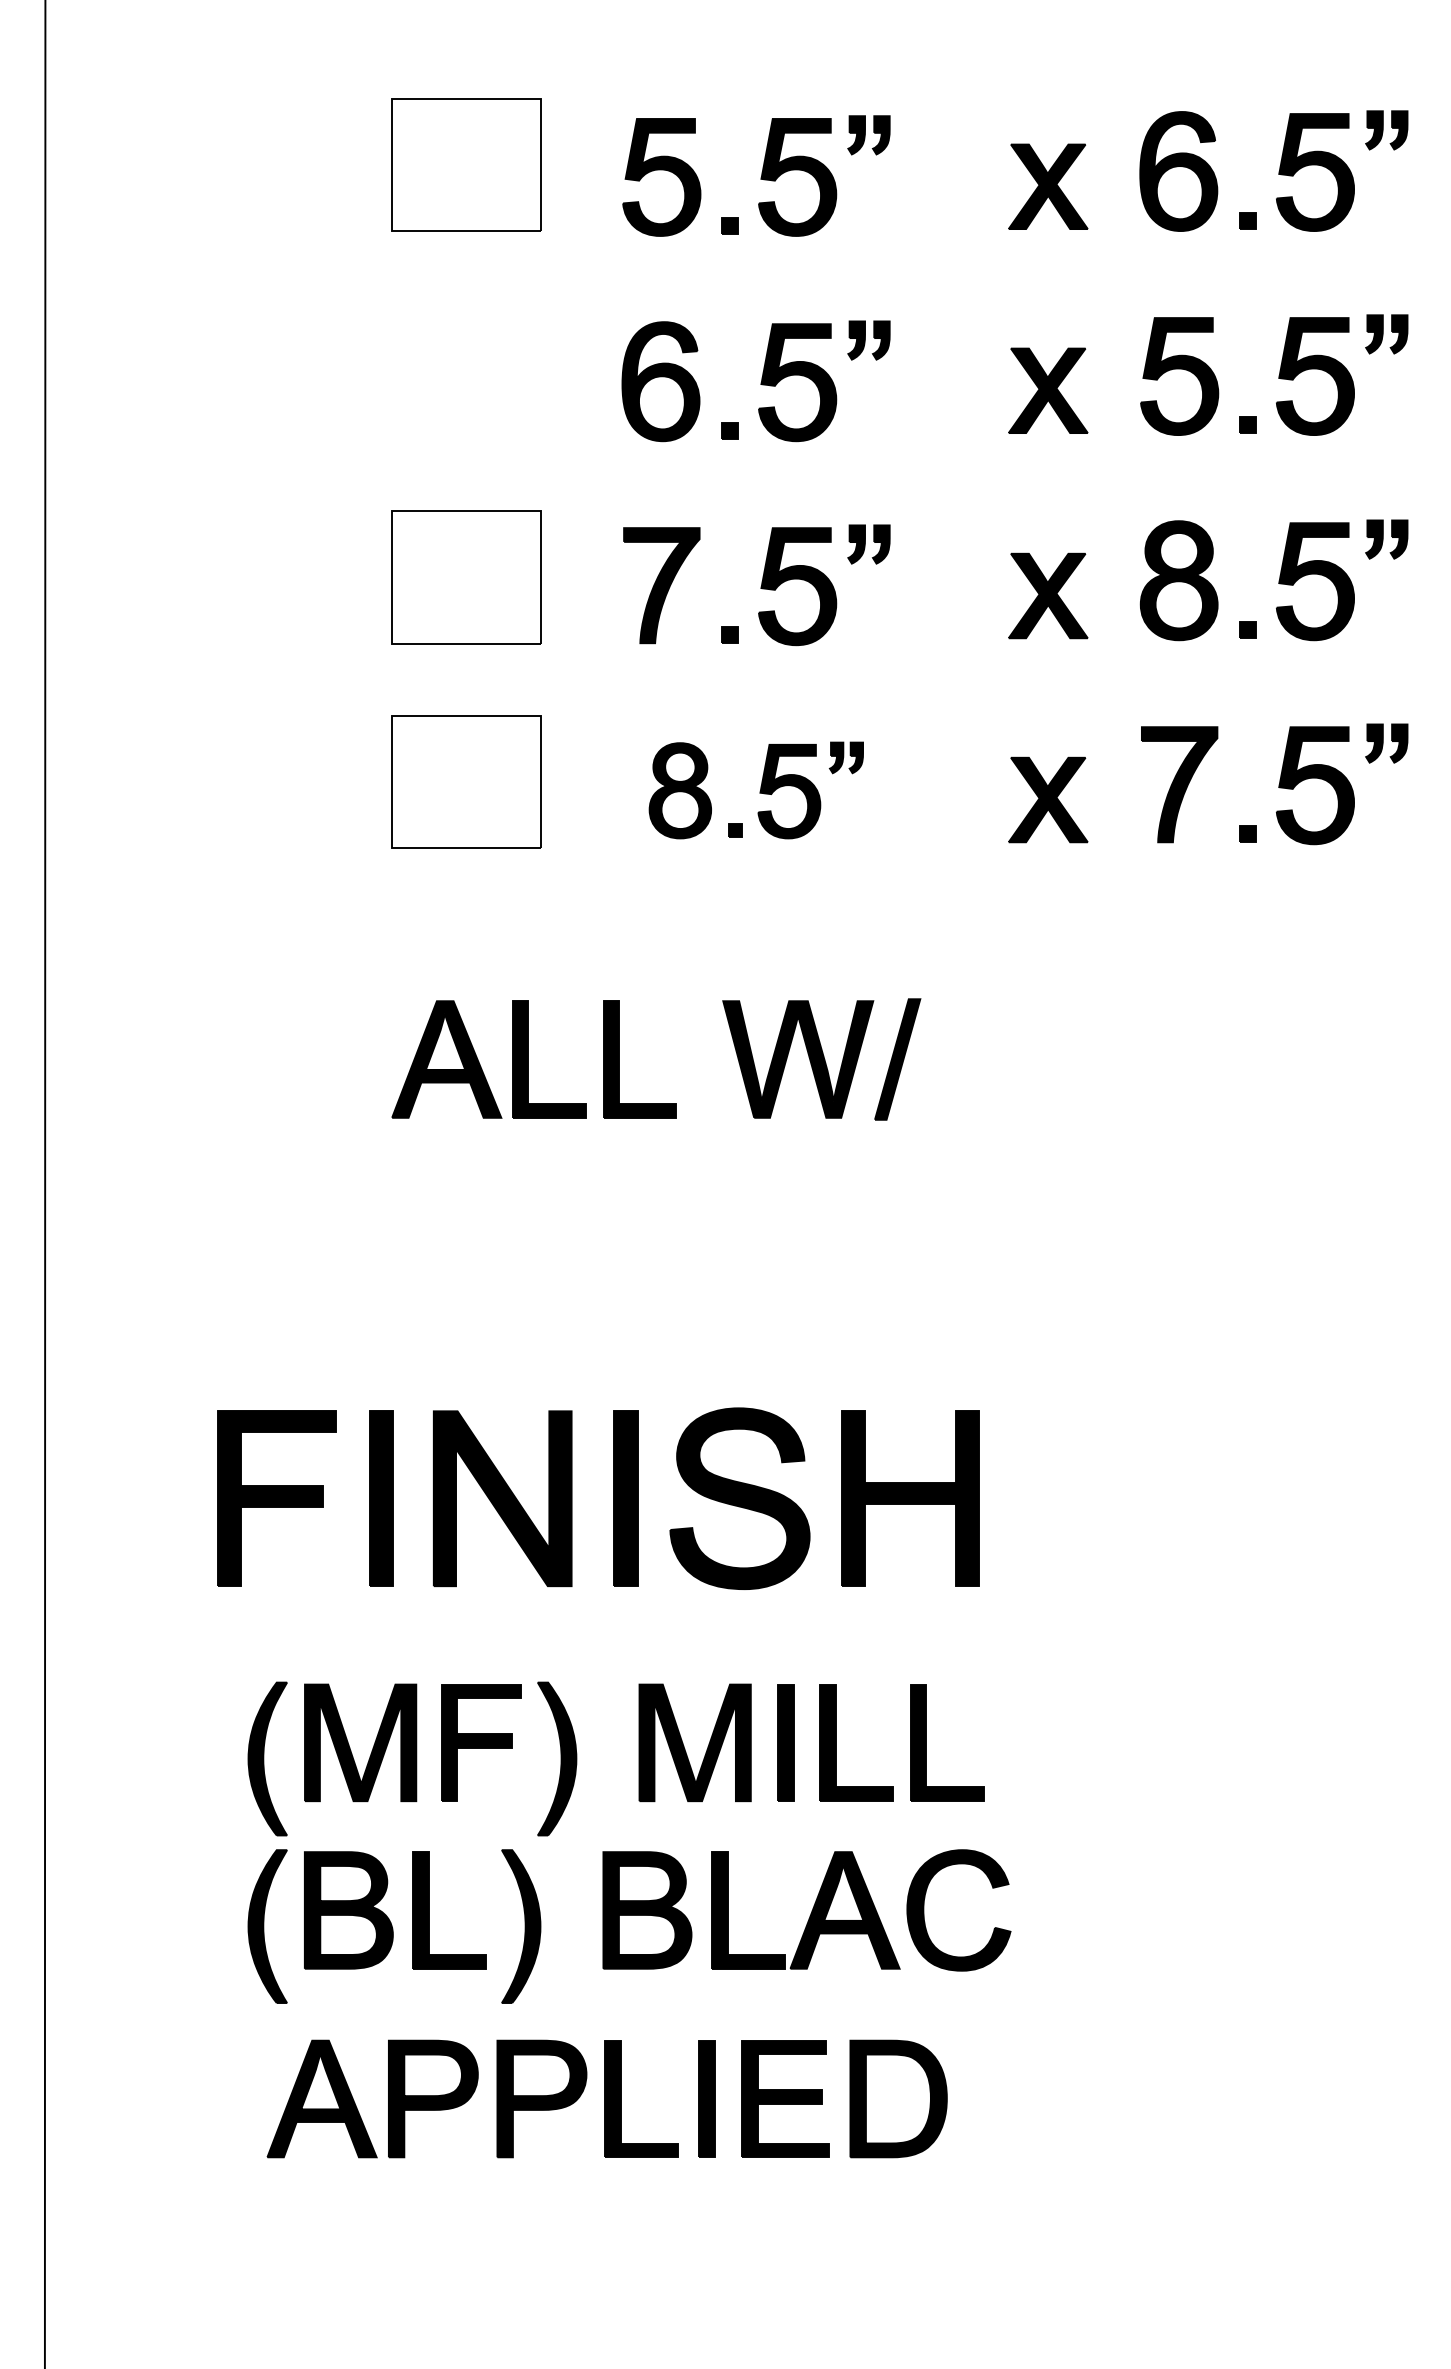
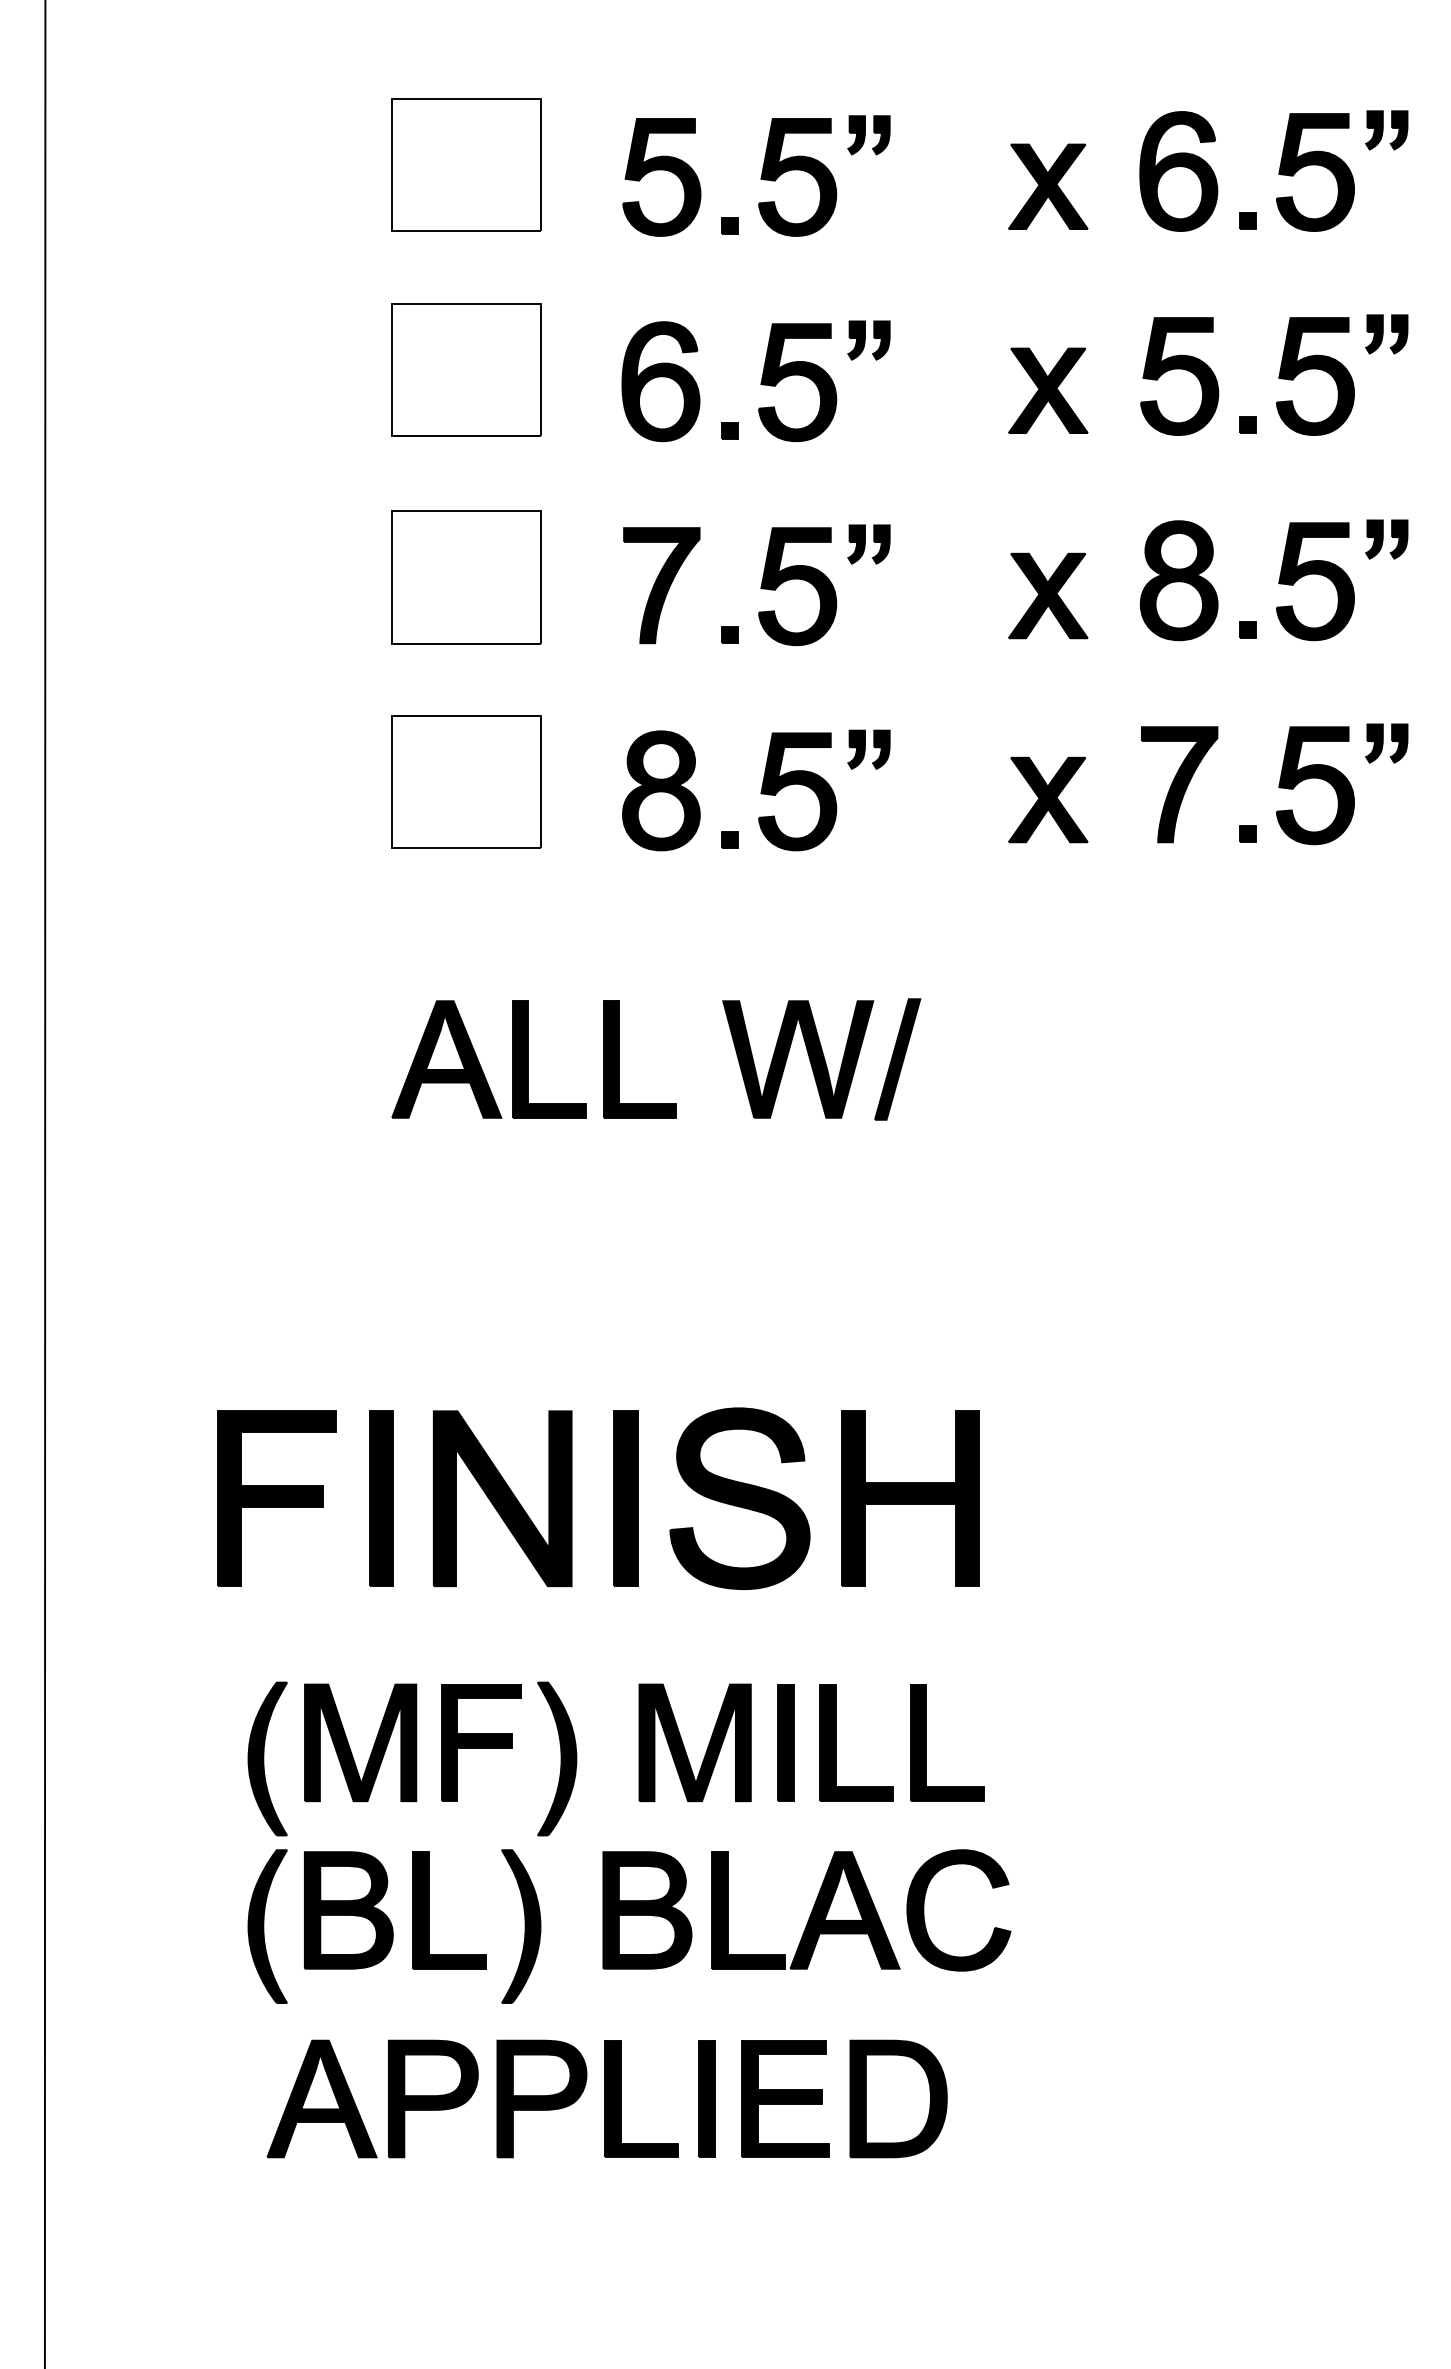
part at (466, 369): none -> present
part at (755, 790) size: 216x99 px -> 269x123 px
